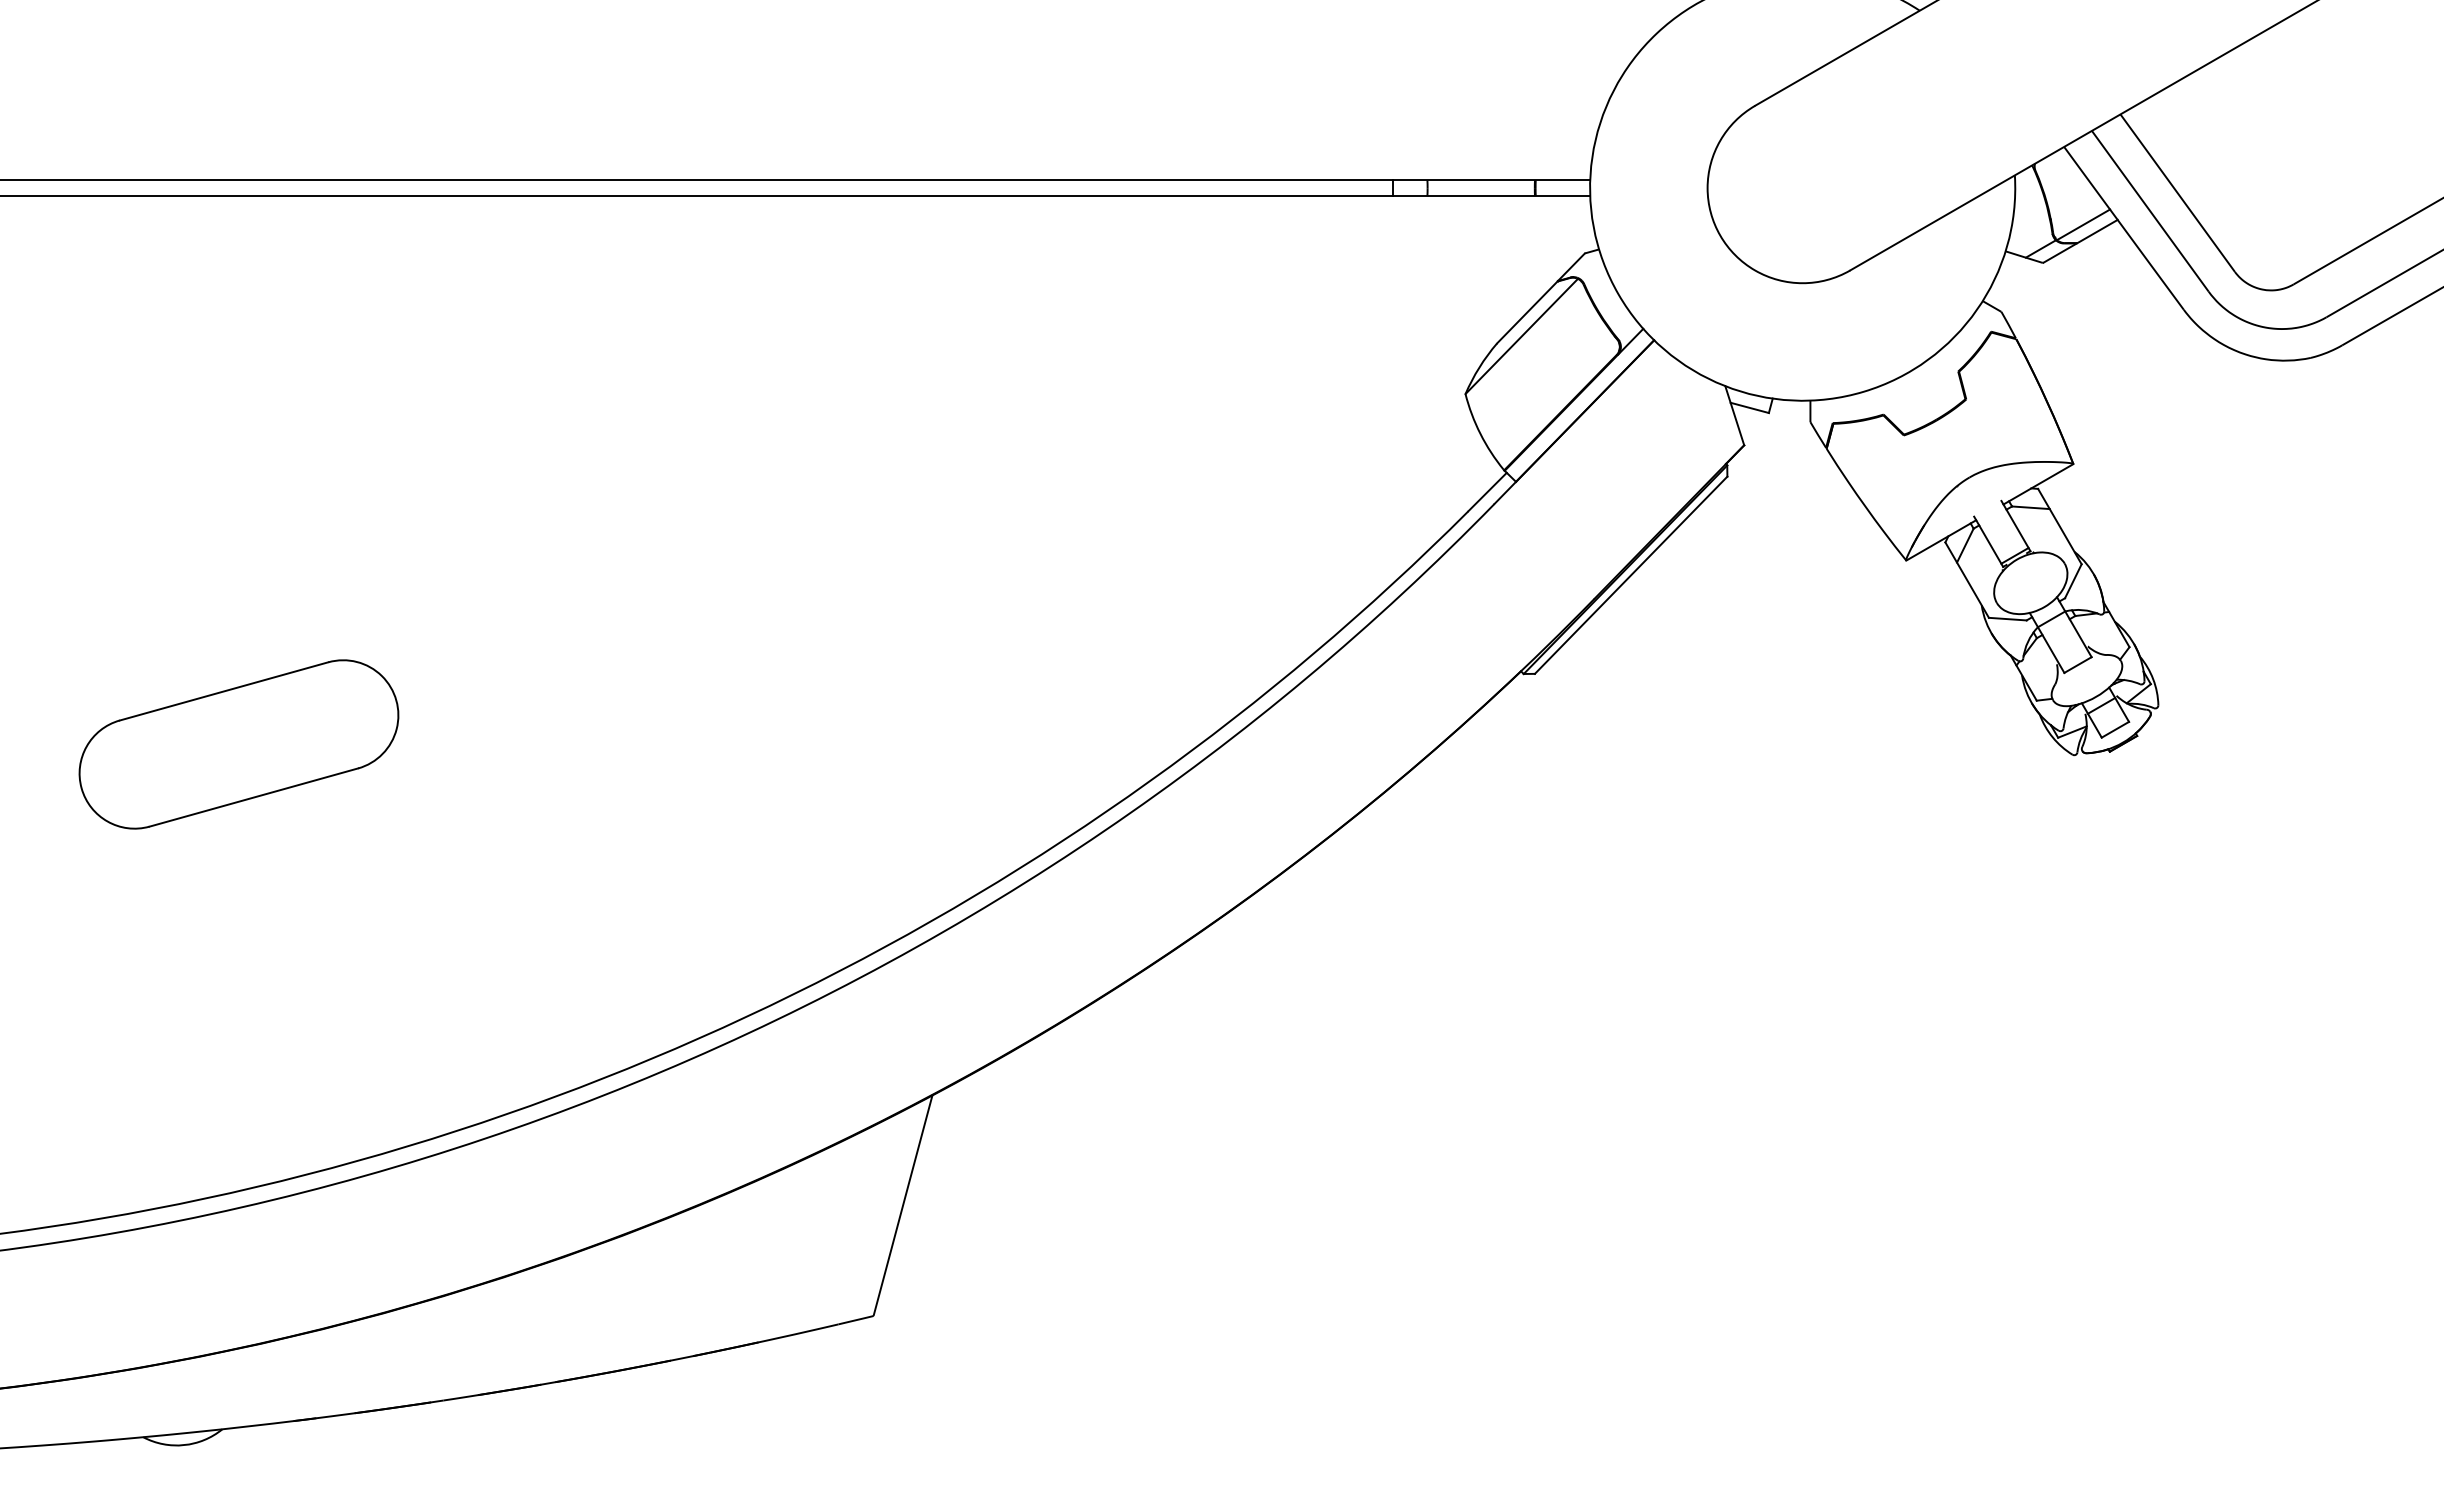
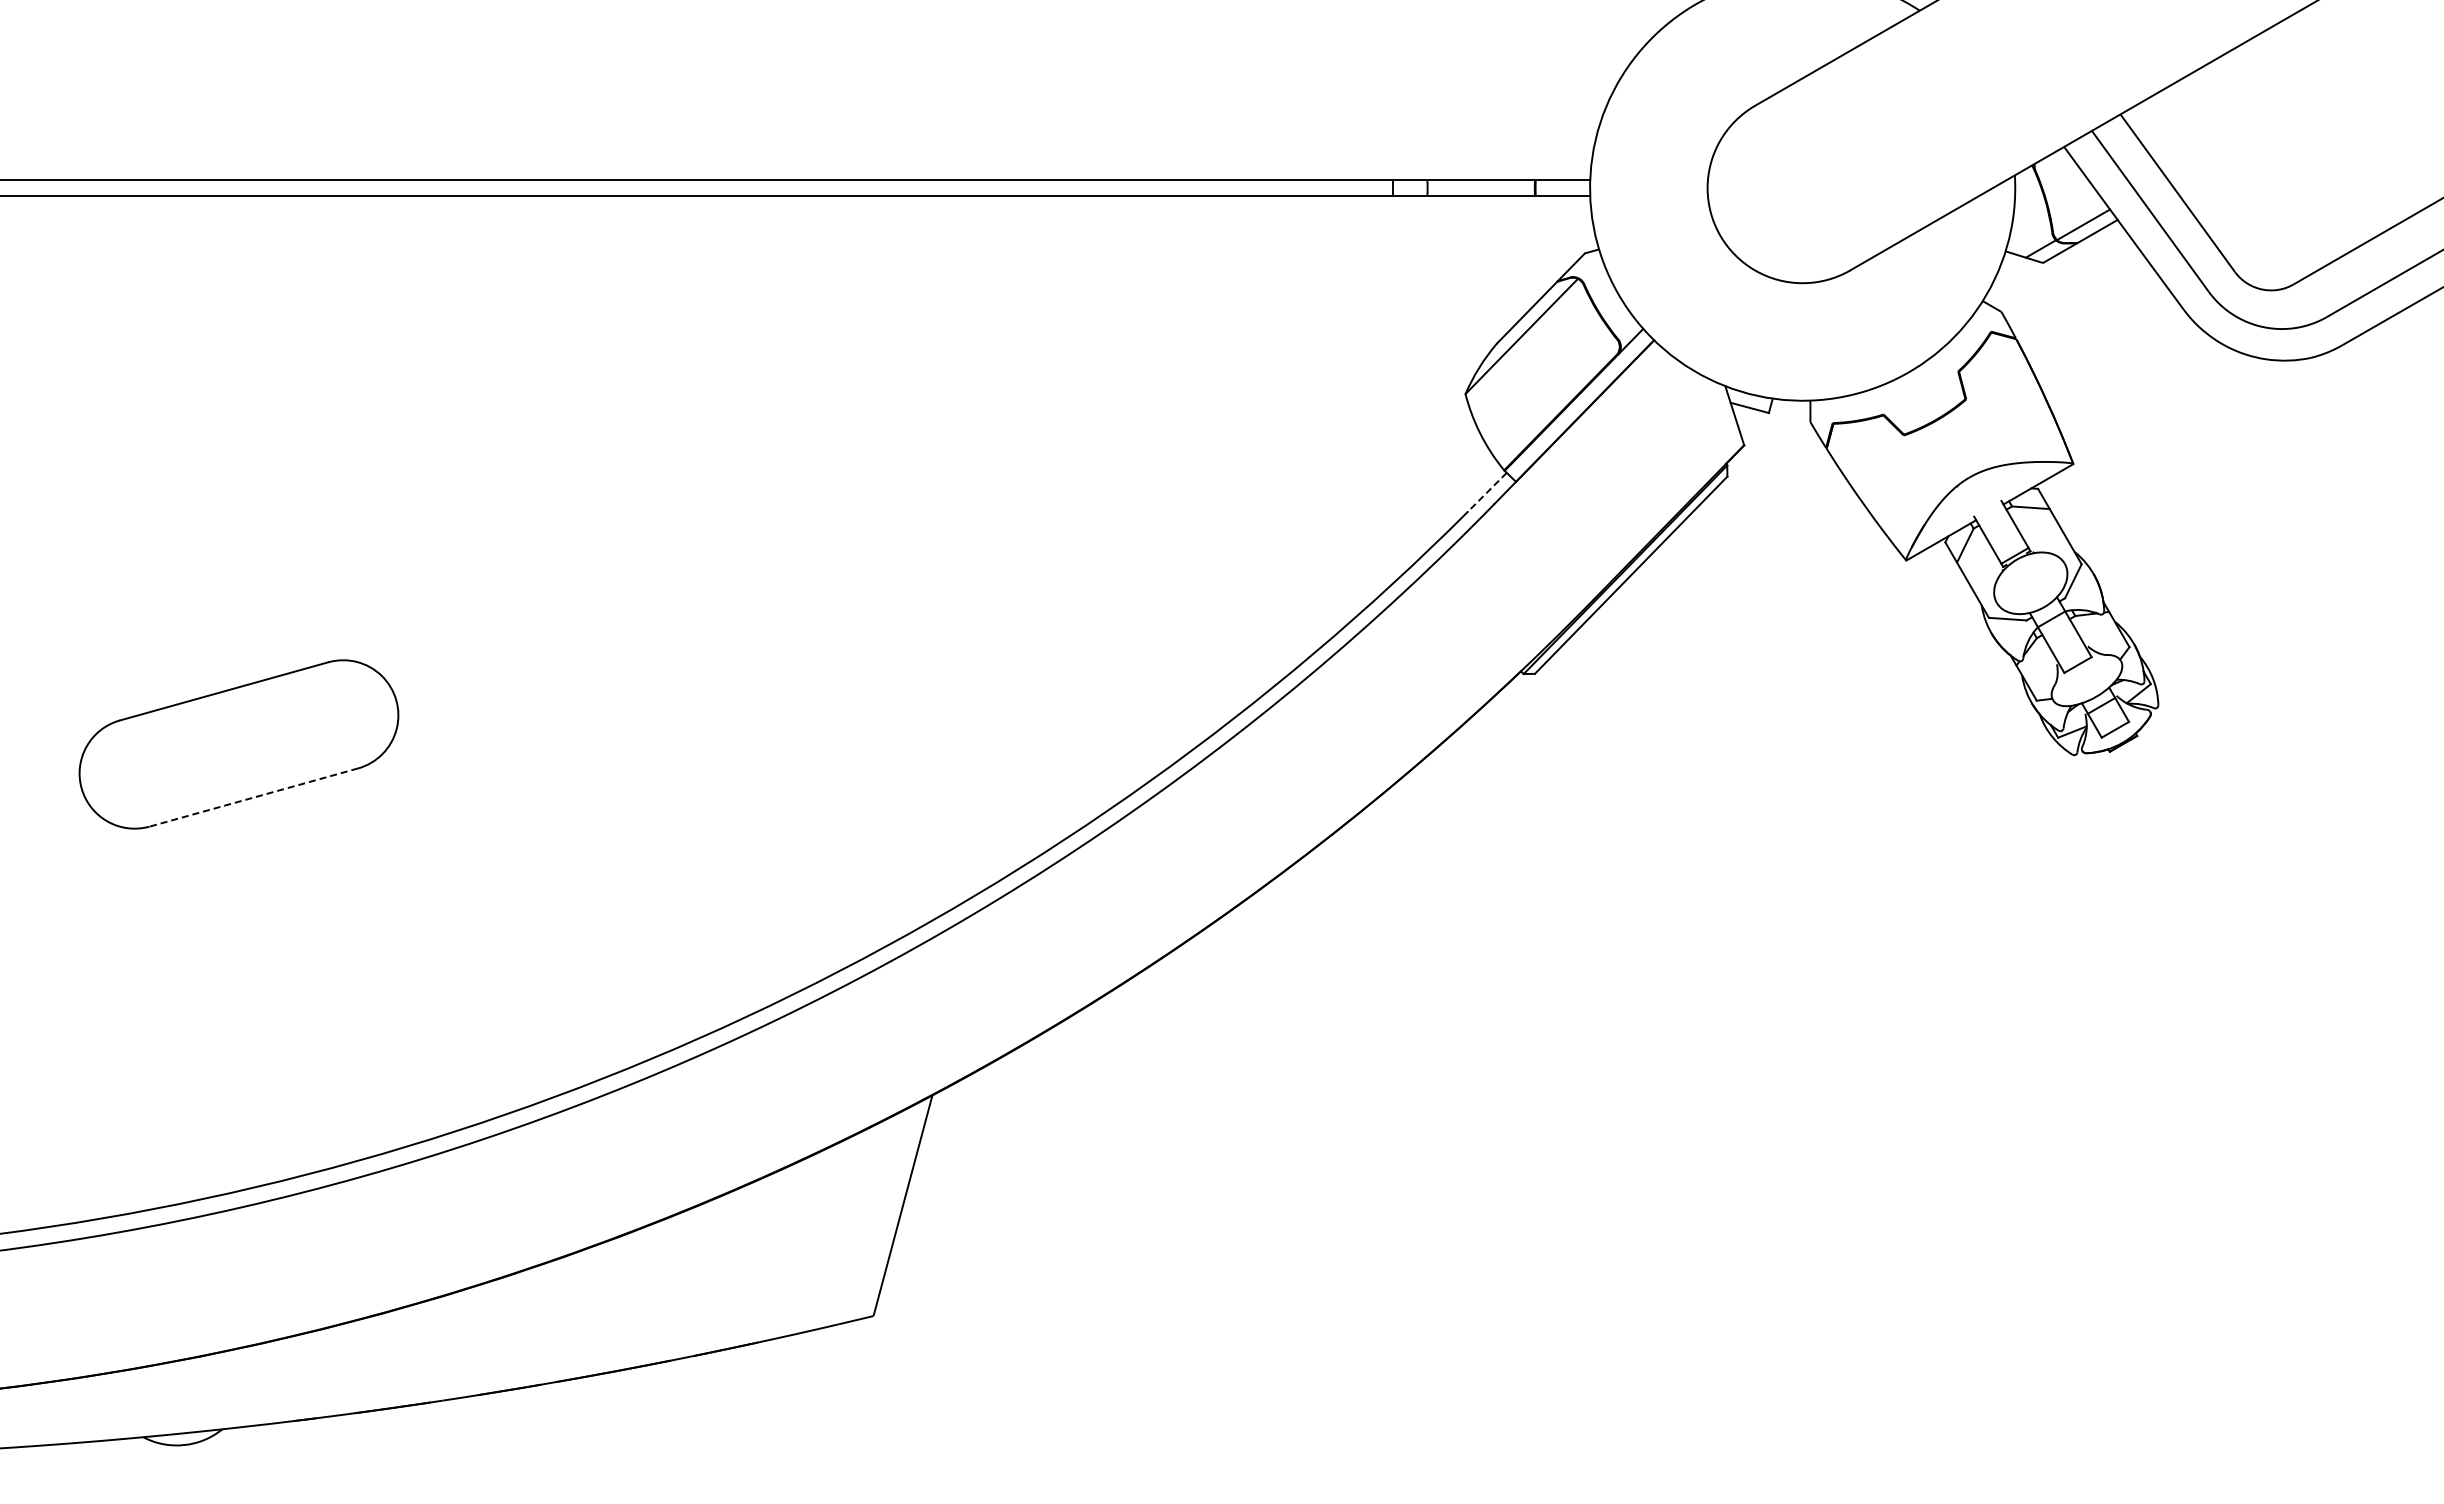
line at (1487, 492): solid -> dashed
line at (253, 797): solid -> dashed
